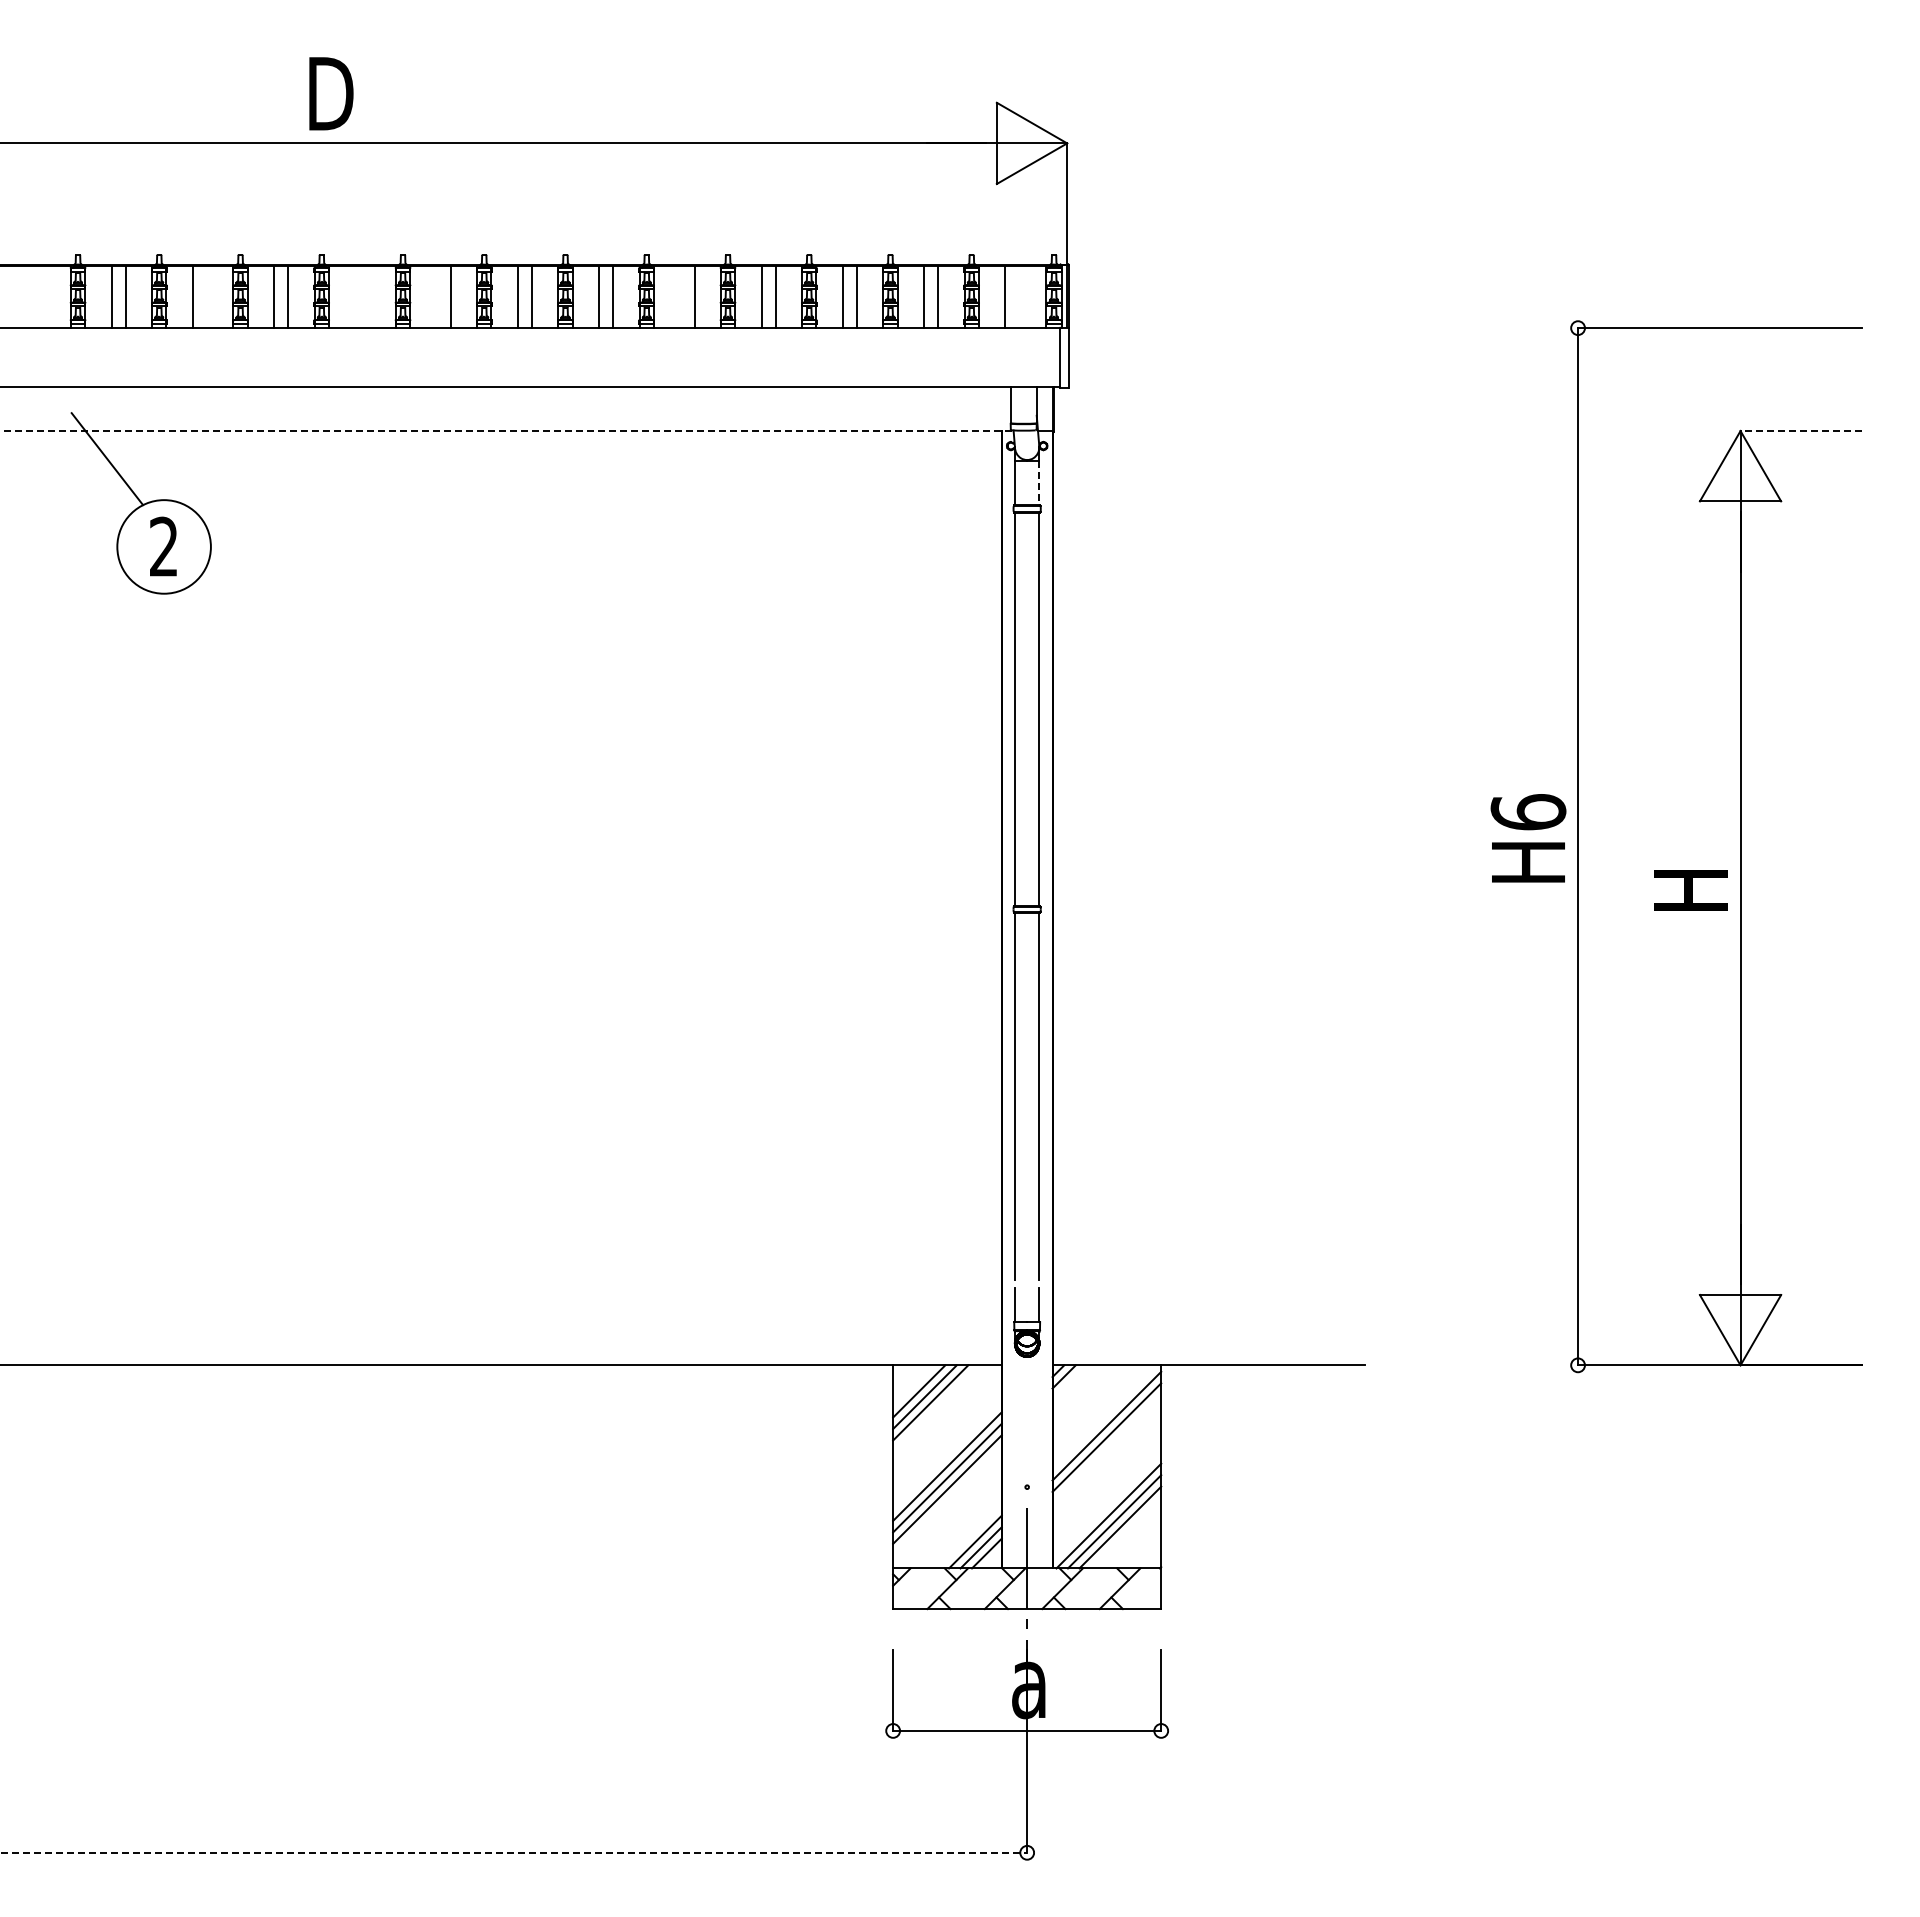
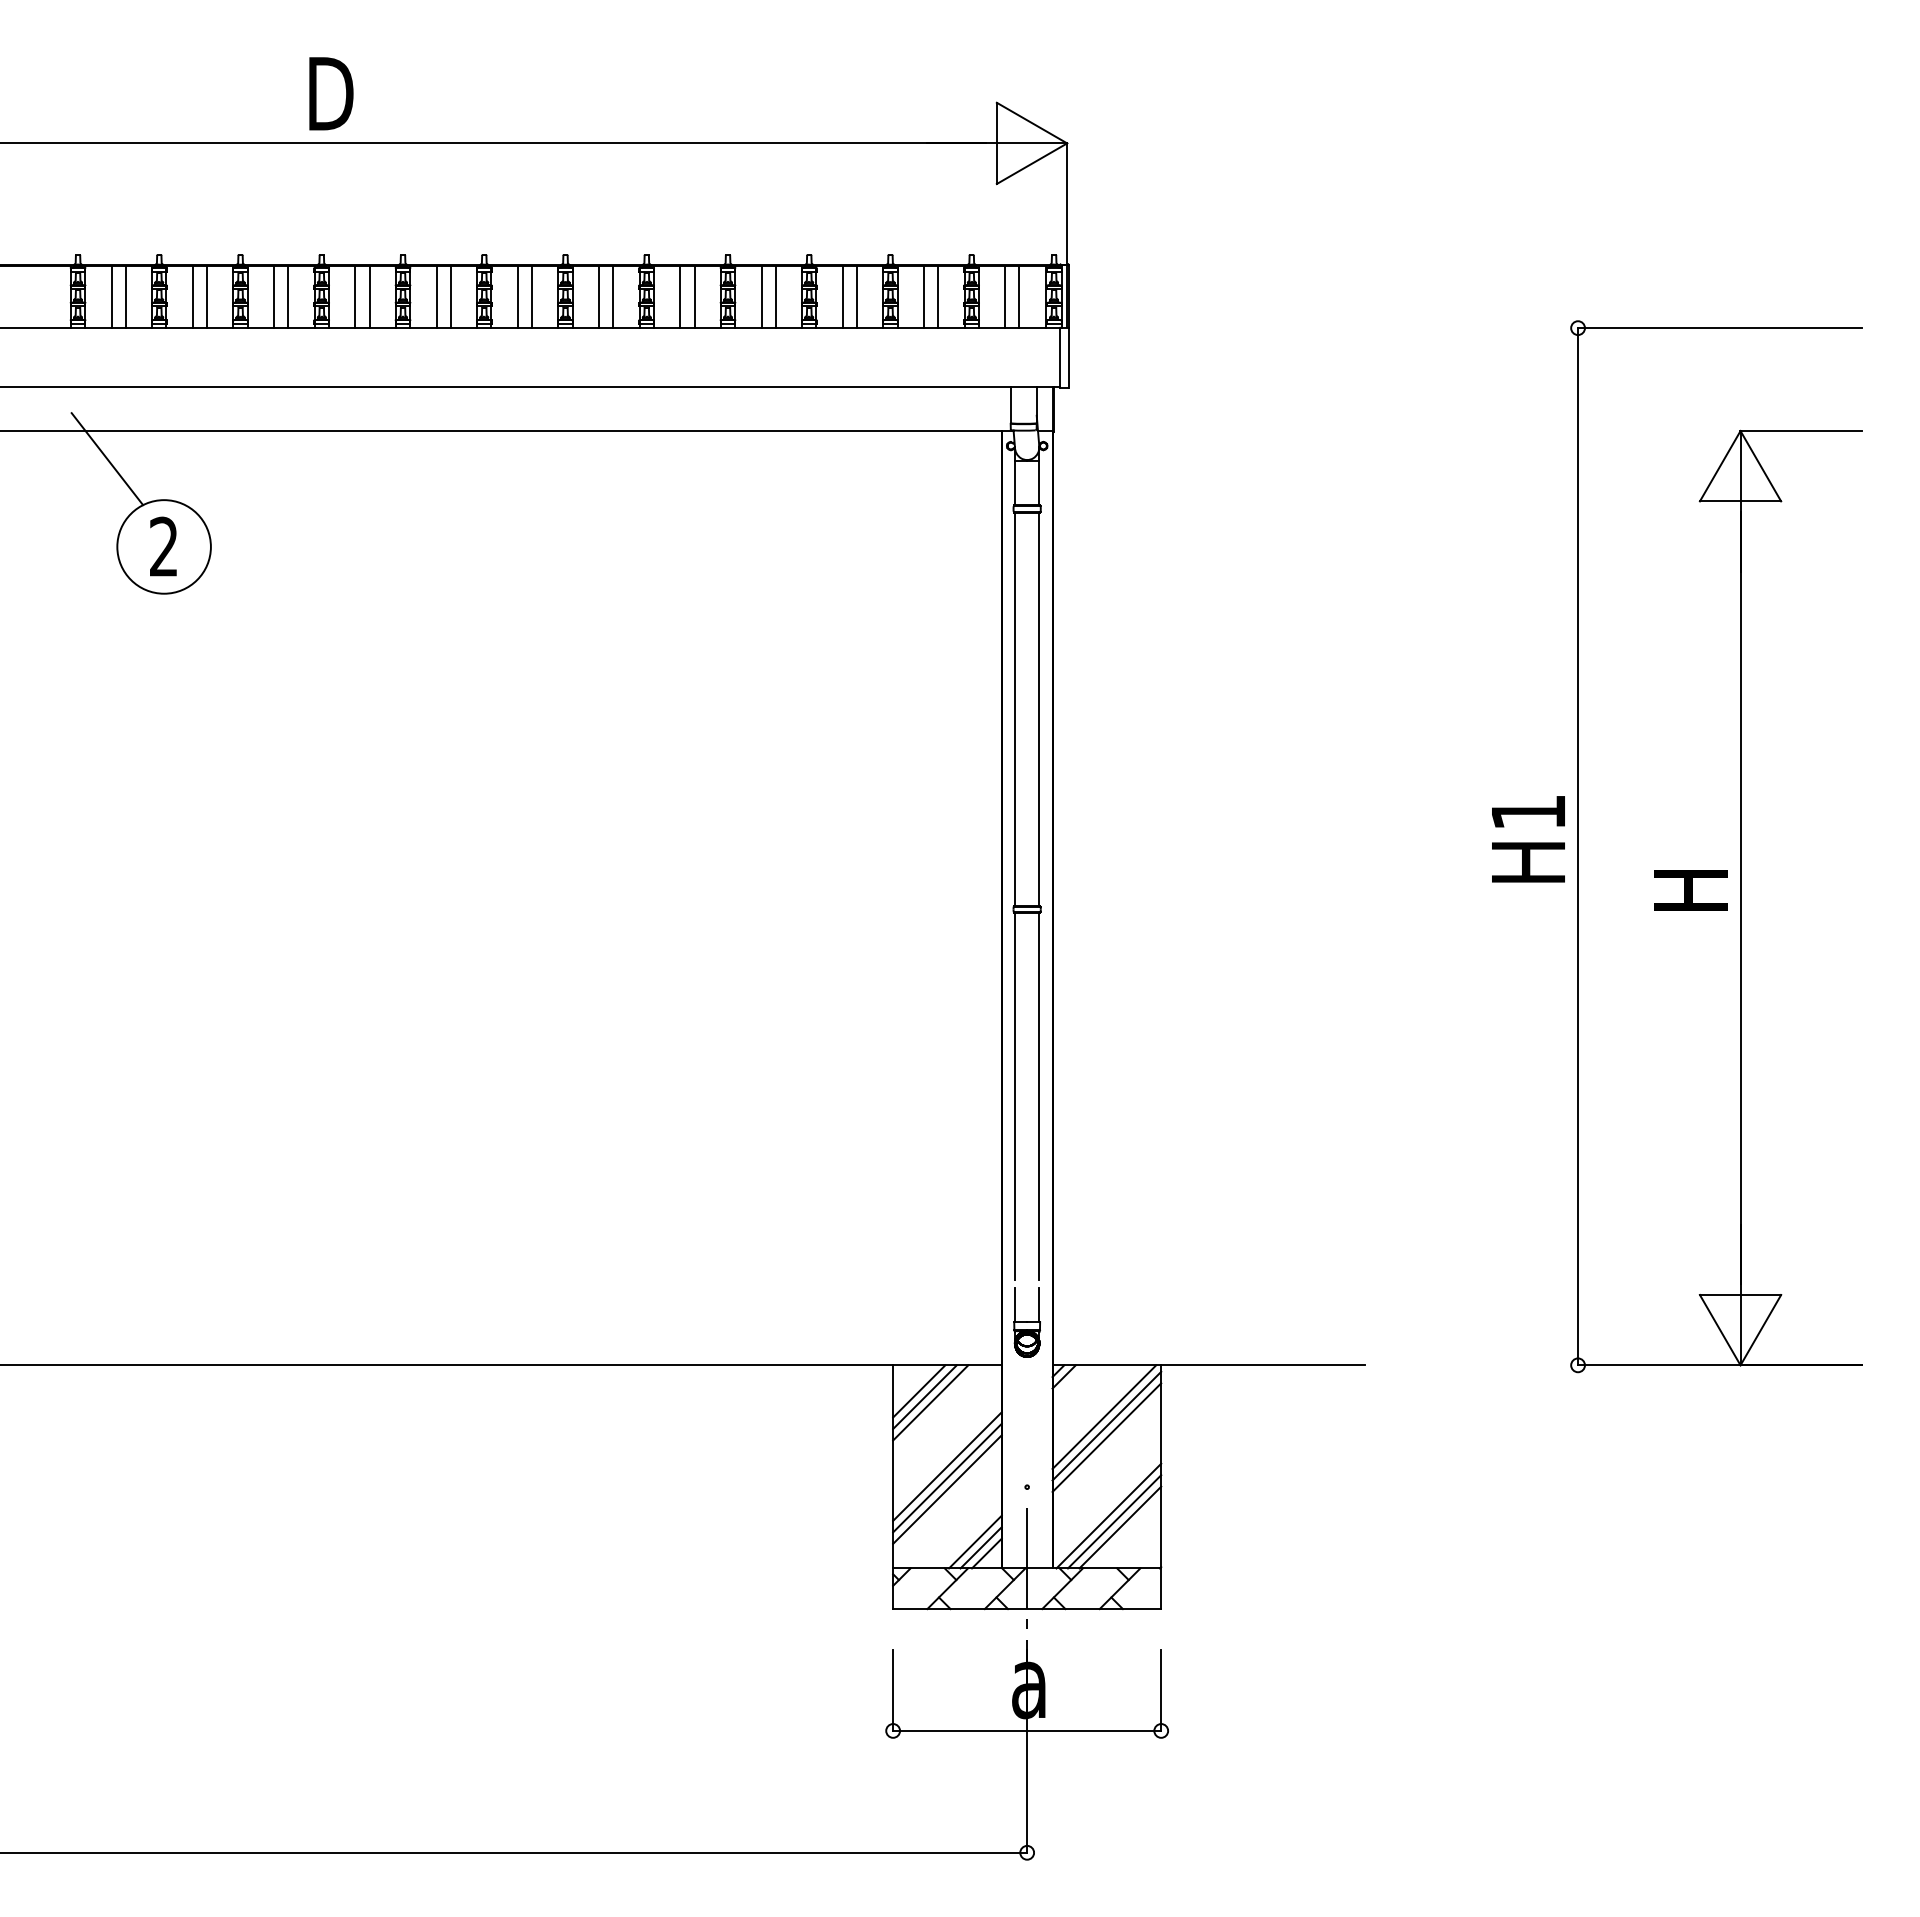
line at (207, 296): none -> present
line at (355, 296): none -> present
line at (369, 296): none -> present
line at (436, 296): none -> present
line at (680, 296): none -> present
line at (1019, 296): none -> present
line at (507, 431): dashed -> solid
line at (1800, 431): dashed -> solid
line at (1039, 483): dashed -> solid
text at (1528, 812): H6 -> H1
line at (1104, 1416): none -> present
line at (514, 1852): dashed -> solid
